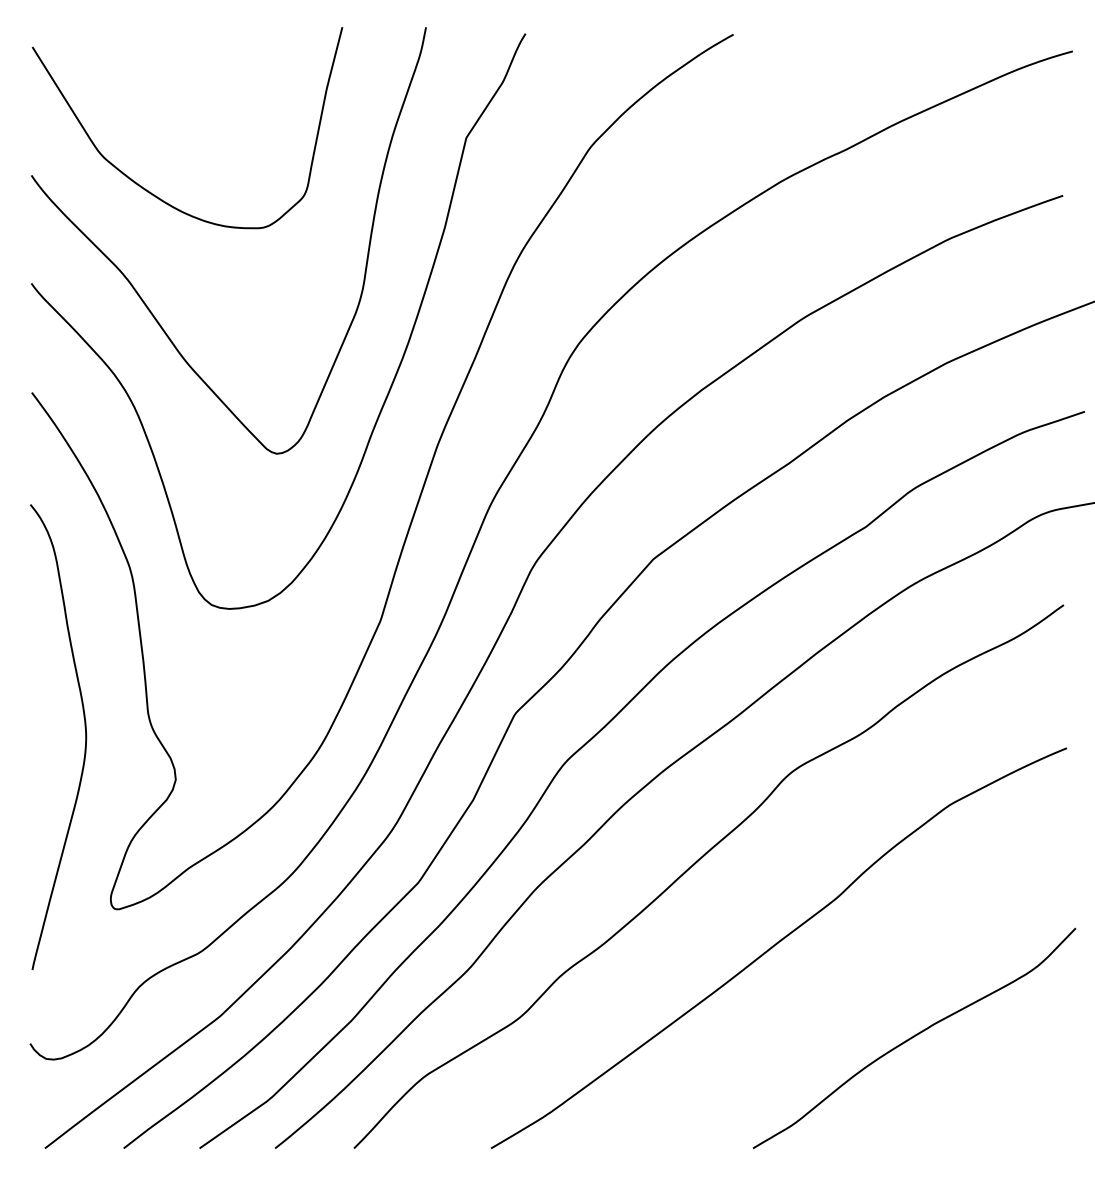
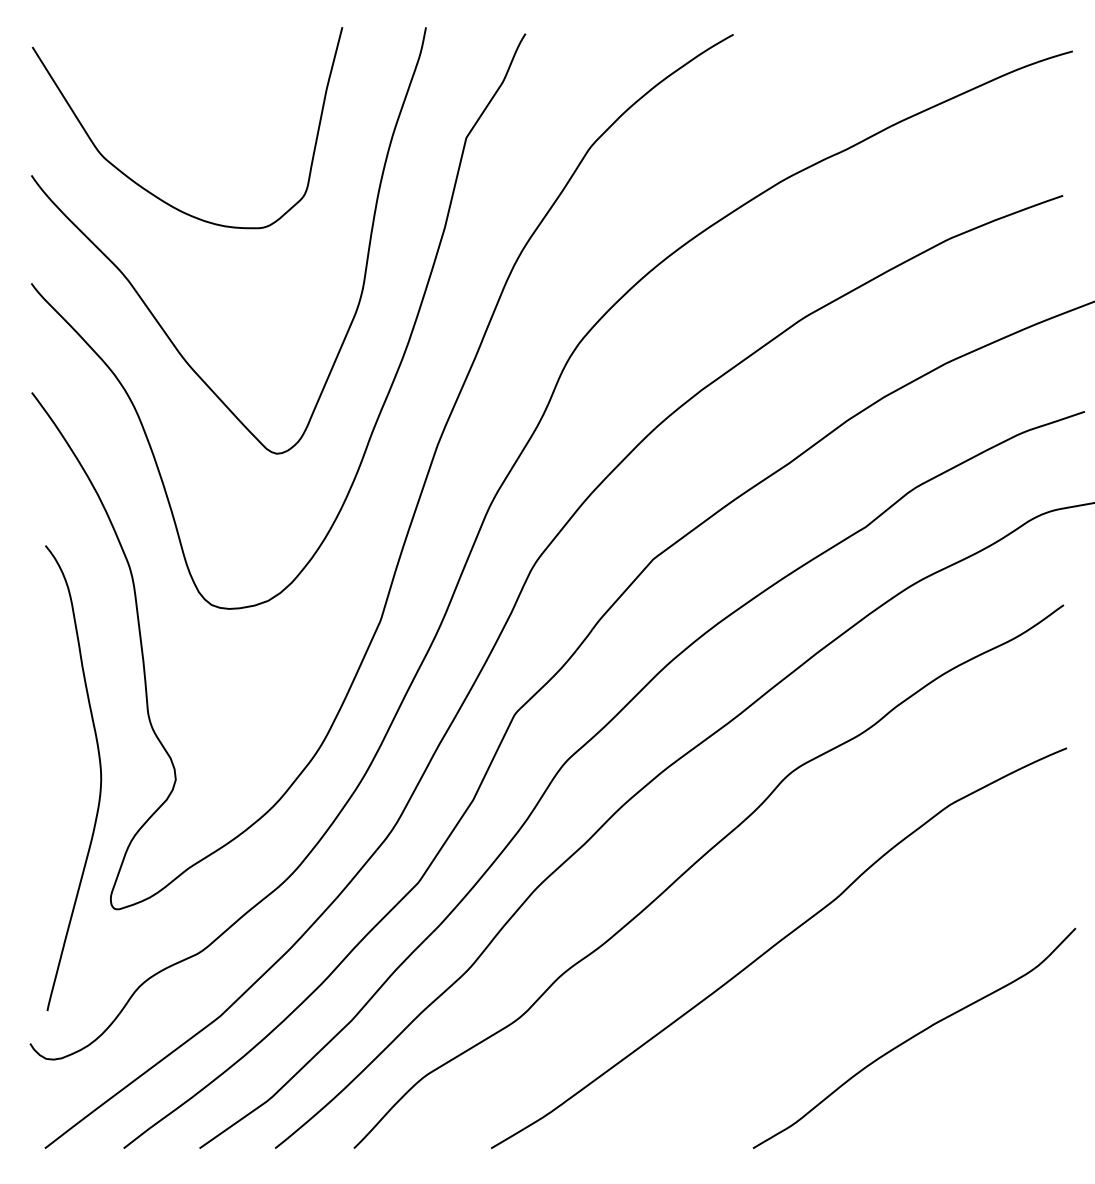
curve at (85, 736) position: (85, 736) -> (100, 777)
